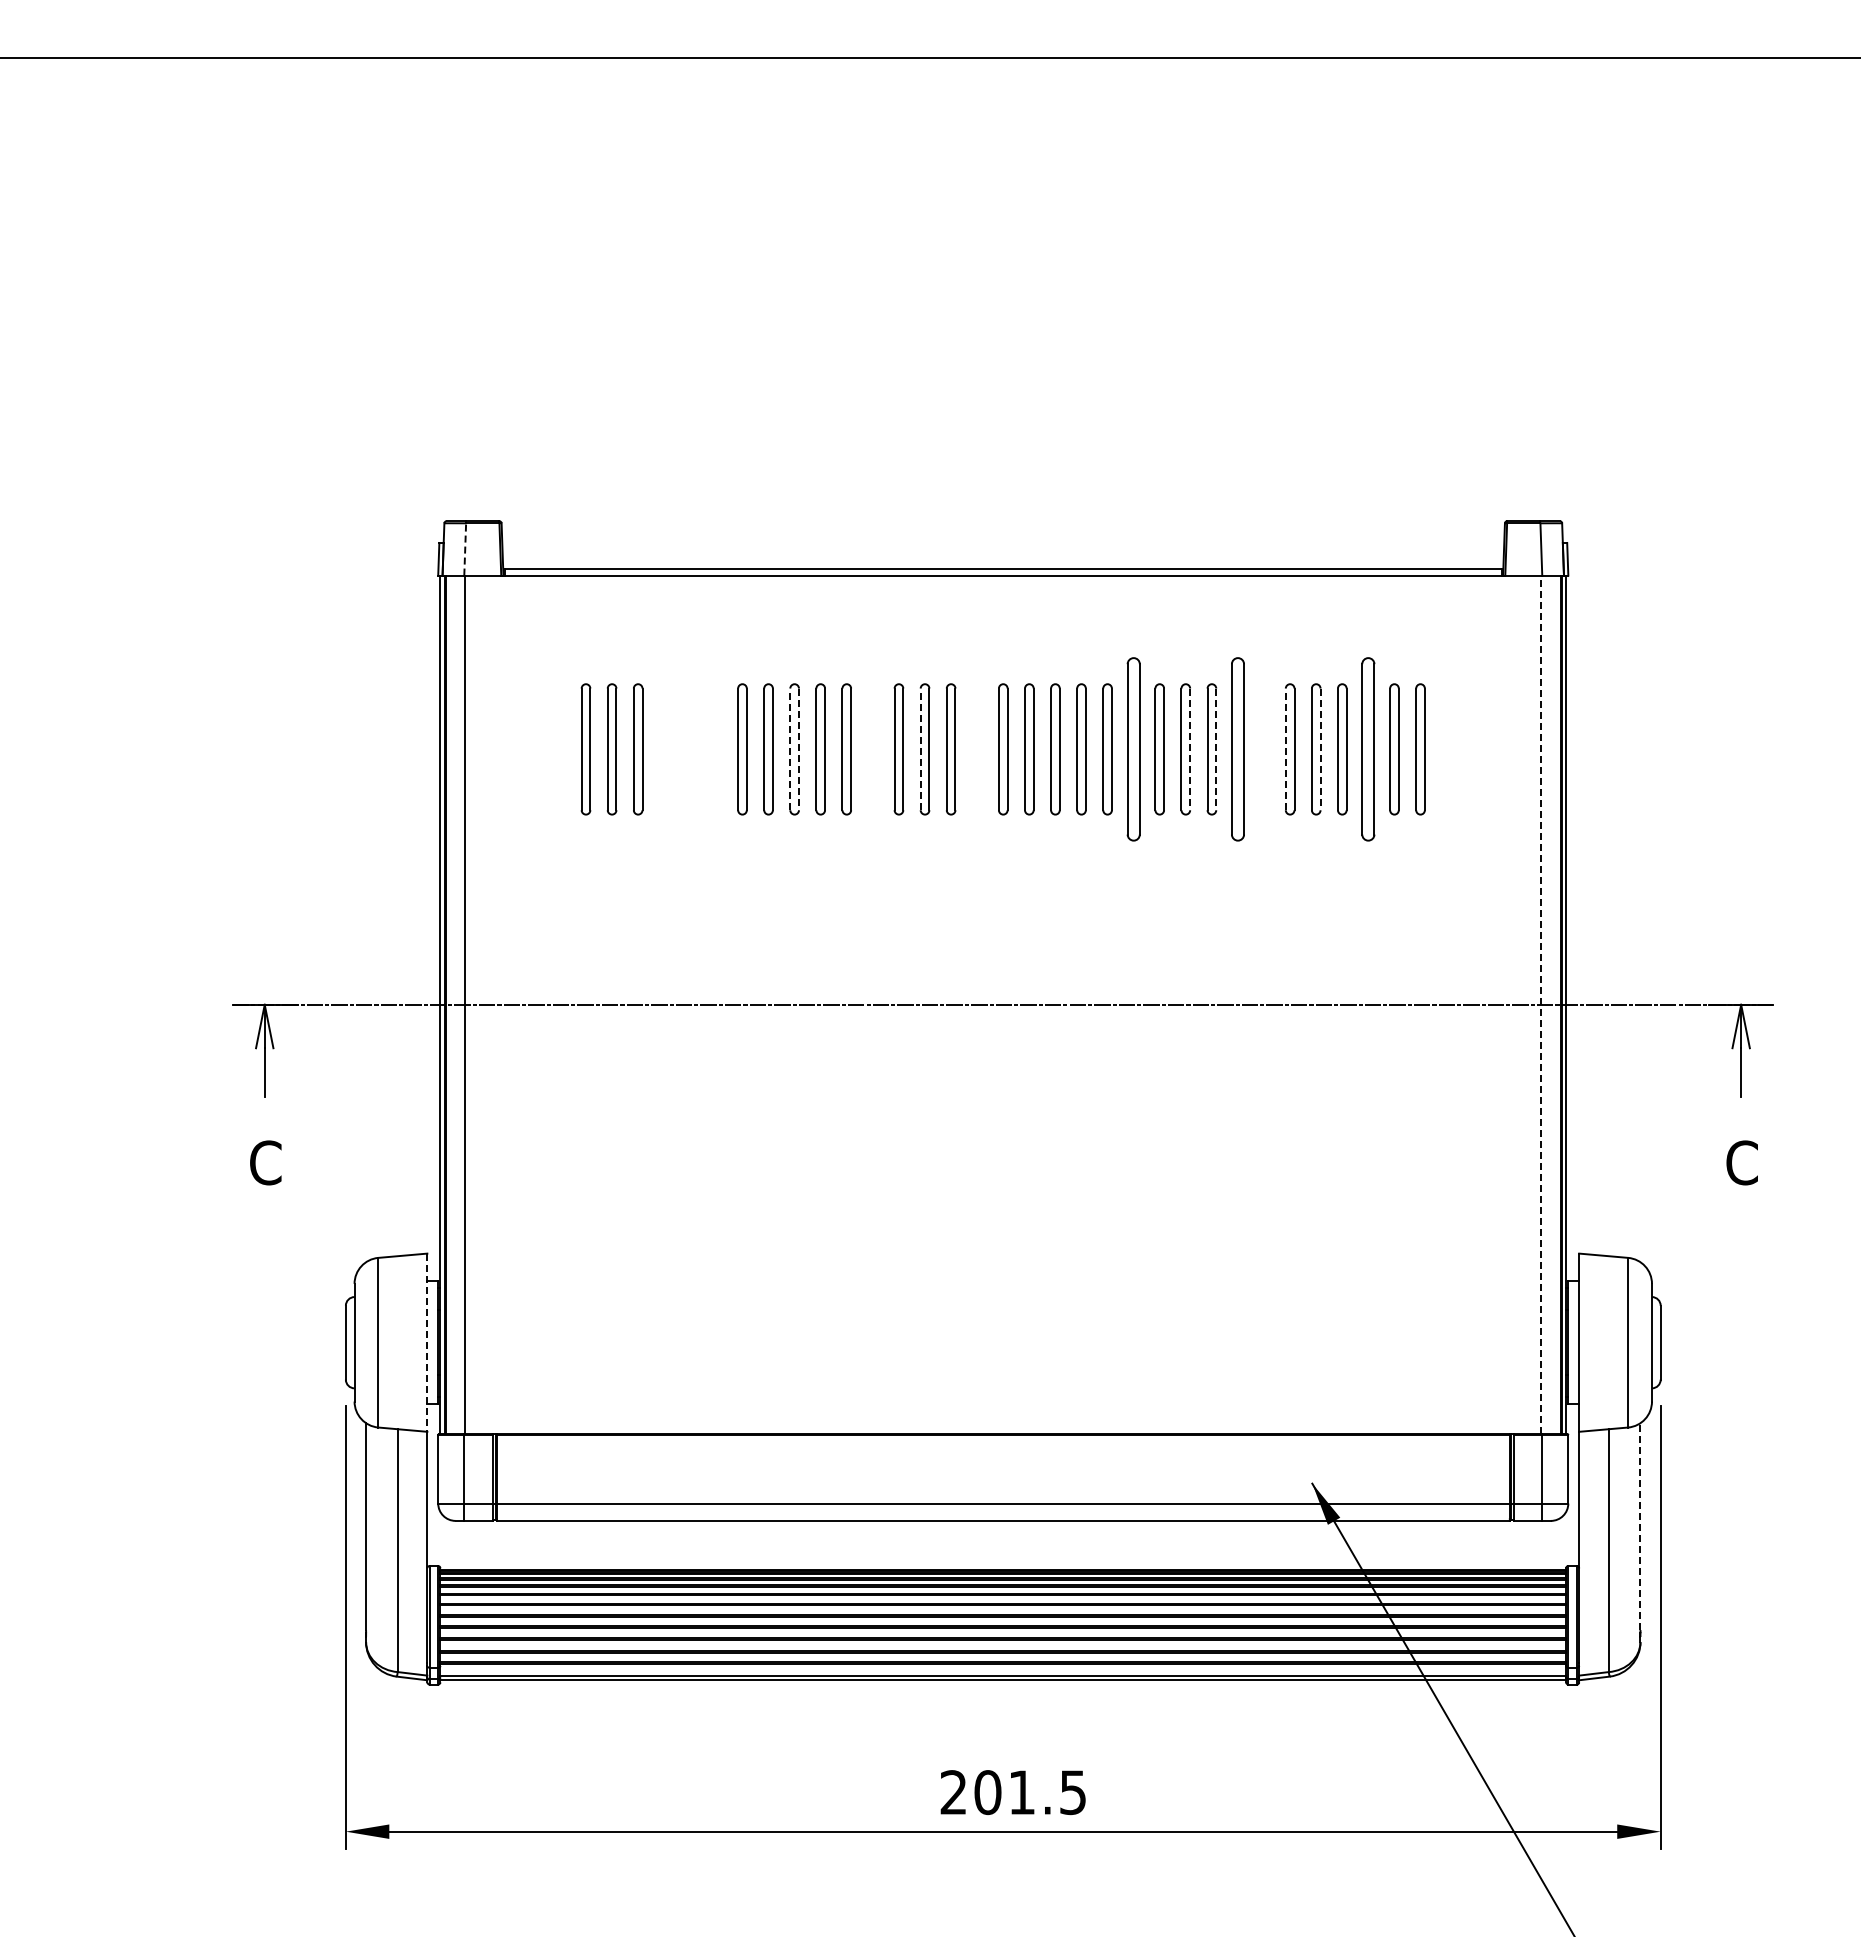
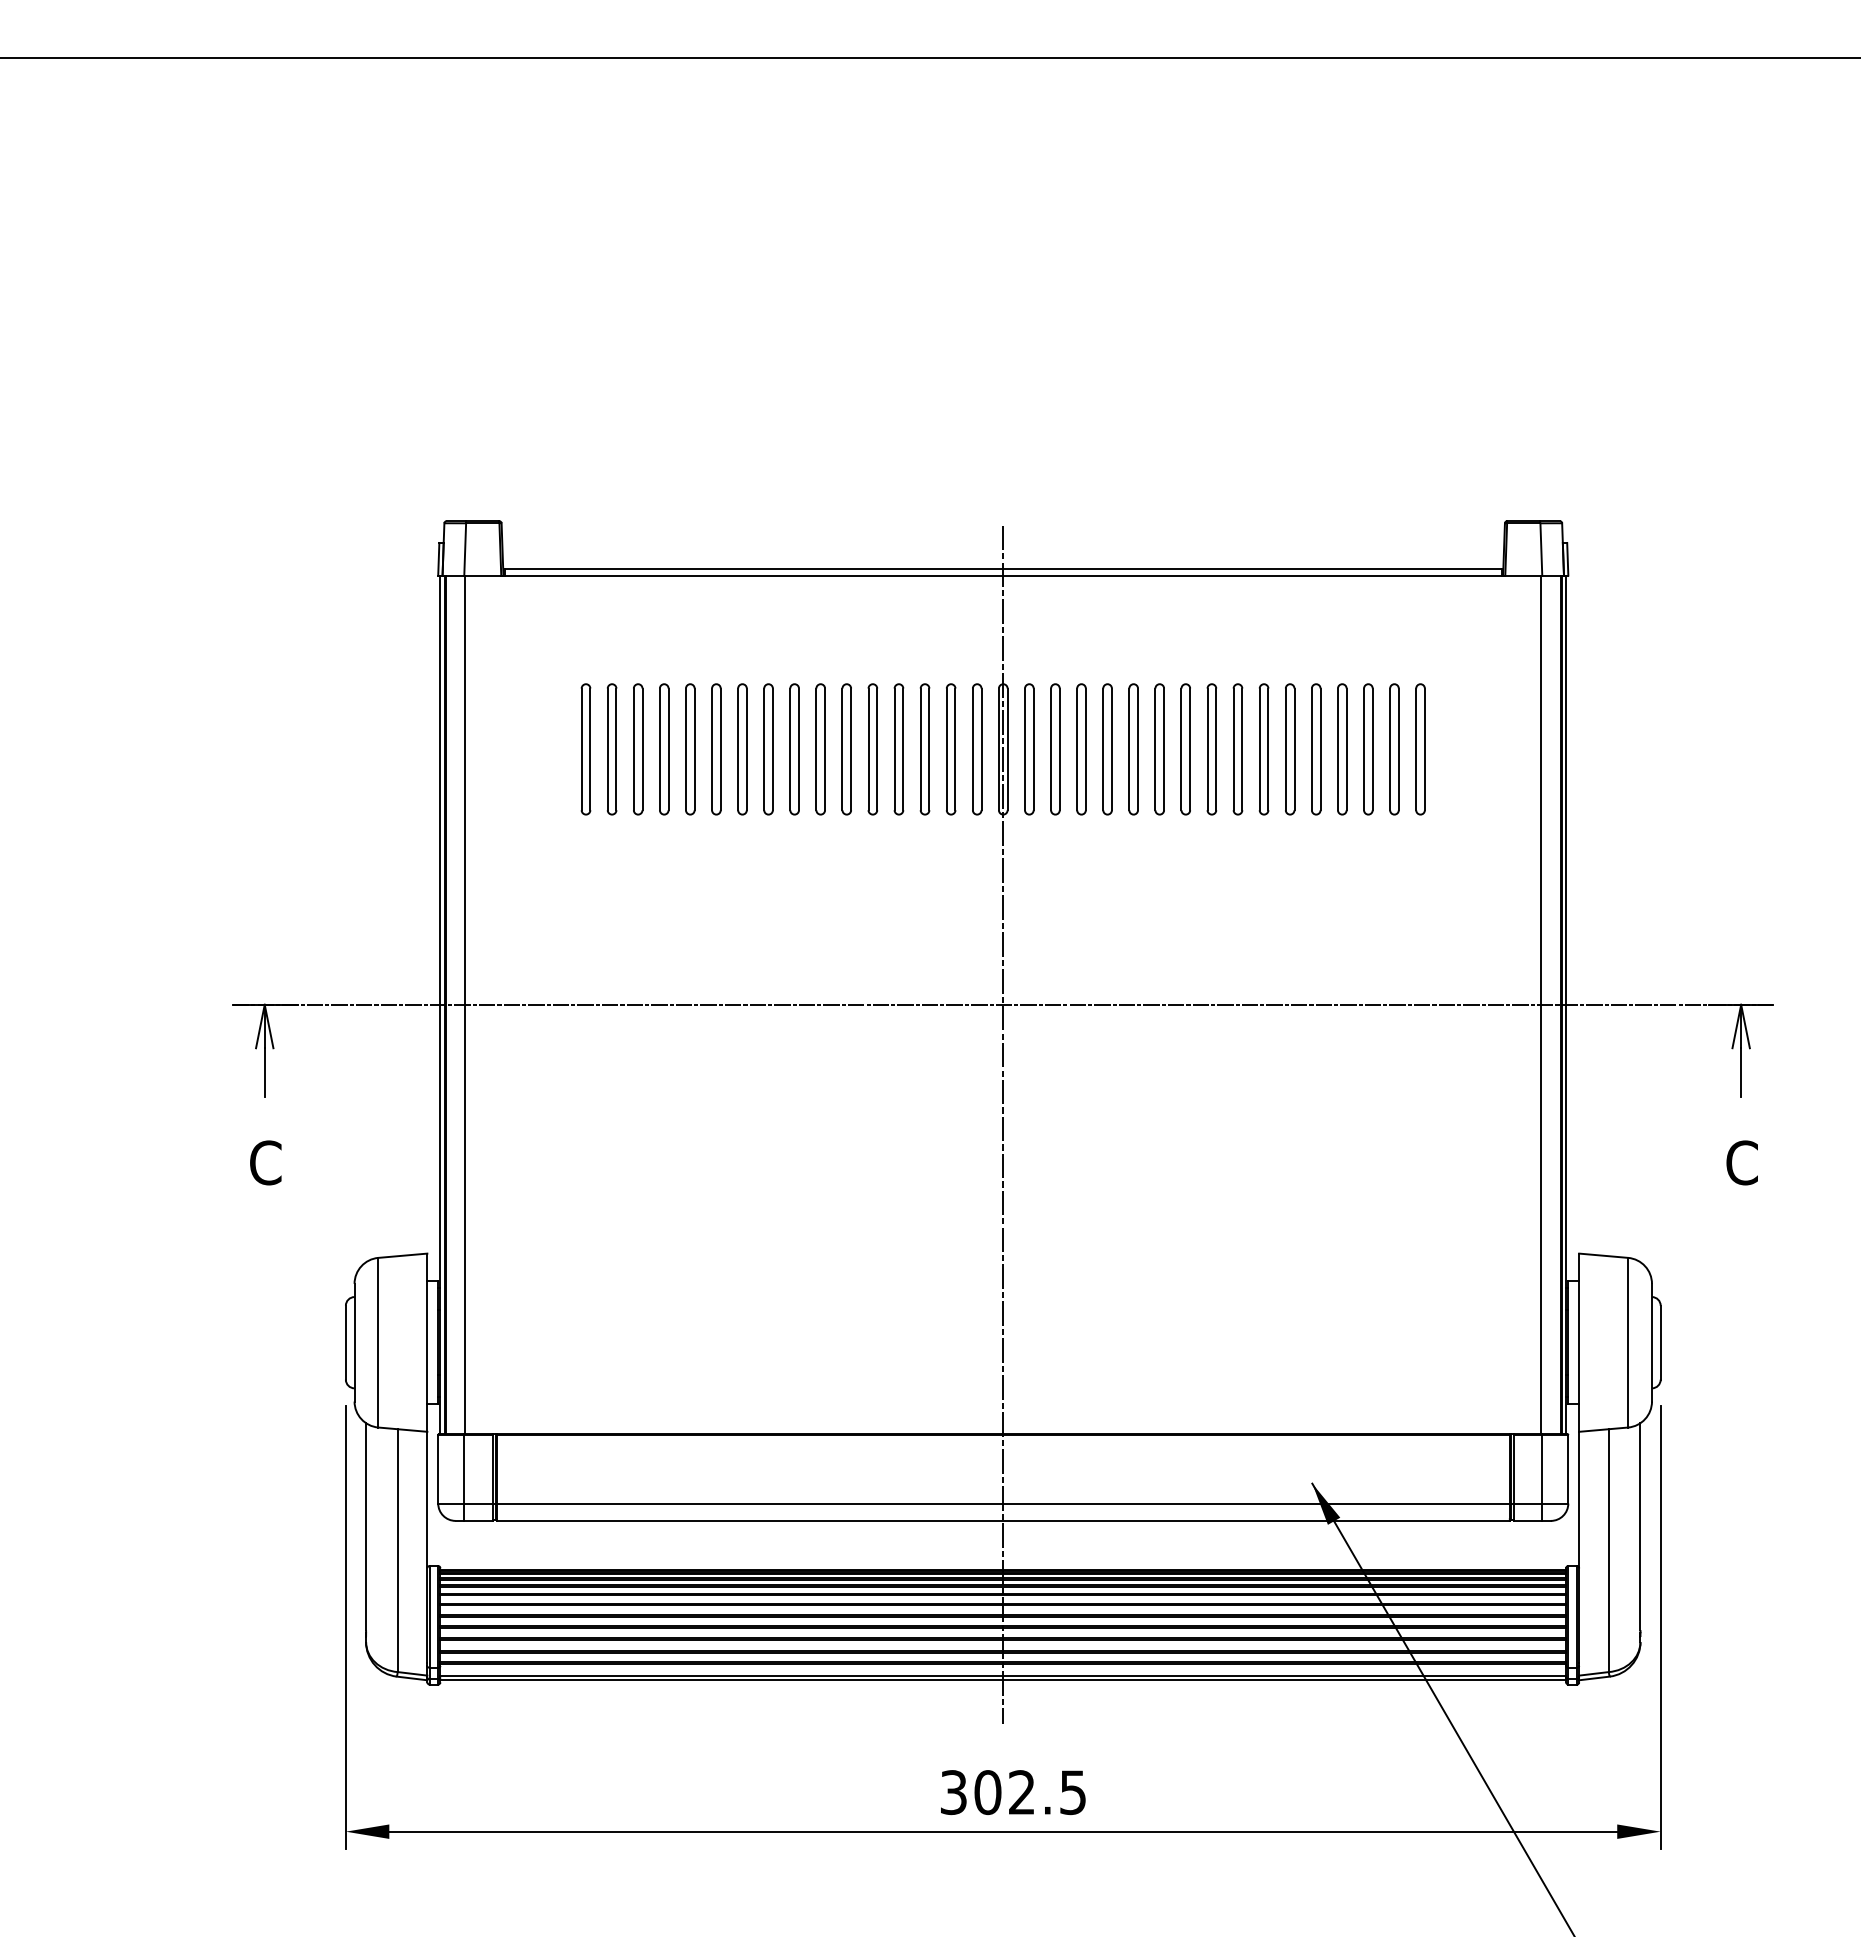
line at (465, 548): dashed -> solid
part at (664, 749): none -> present
part at (690, 749): none -> present
part at (716, 749): none -> present
line at (790, 749): dashed -> solid
line at (798, 749): dashed -> solid
part at (872, 749): none -> present
line at (920, 749): dashed -> solid
part at (977, 749): none -> present
part at (1133, 749) size: 15x185 px -> 11x133 px
line at (1190, 749): dashed -> solid
line at (1216, 749): dashed -> solid
part at (1237, 749) size: 14x185 px -> 12x133 px
part at (1263, 749): none -> present
line at (1285, 749): dashed -> solid
line at (1320, 749): dashed -> solid
part at (1368, 749) size: 15x185 px -> 11x133 px
line at (1541, 1004): dashed -> solid
line at (1003, 1124): none -> present
line at (427, 1343): dashed -> solid
line at (1640, 1526): dashed -> solid
text at (987, 1792): 201.5 -> 302.5
